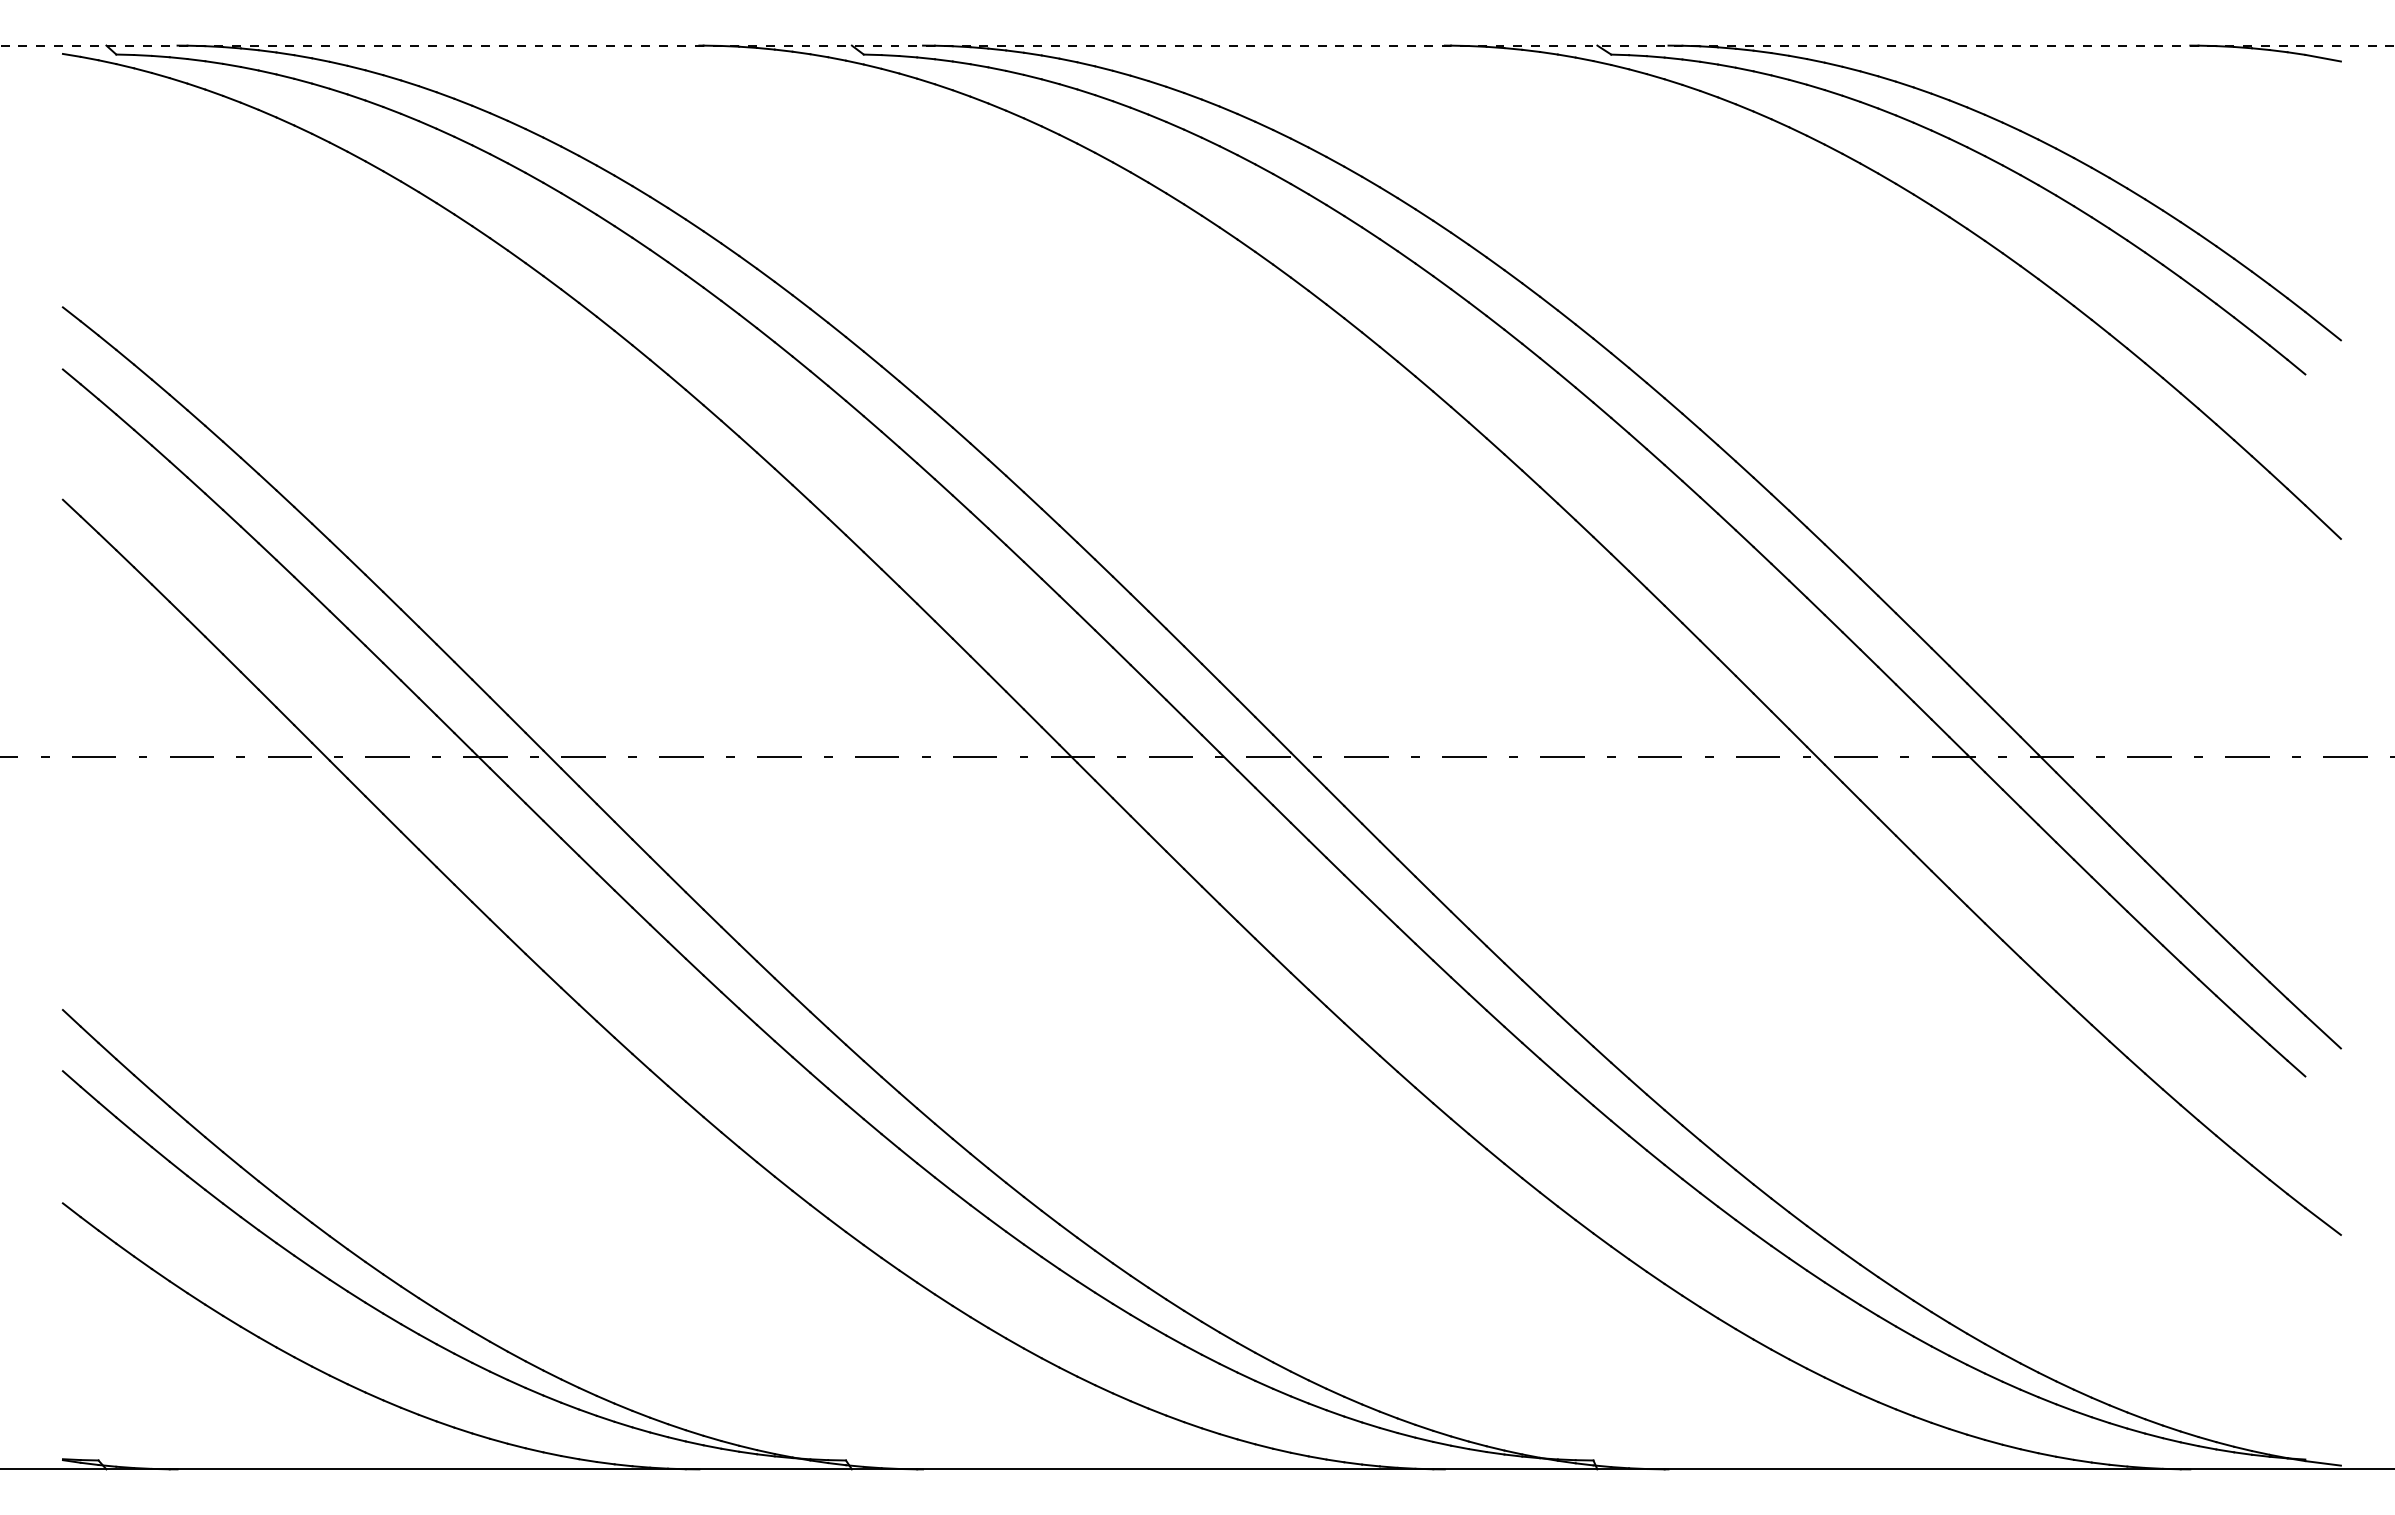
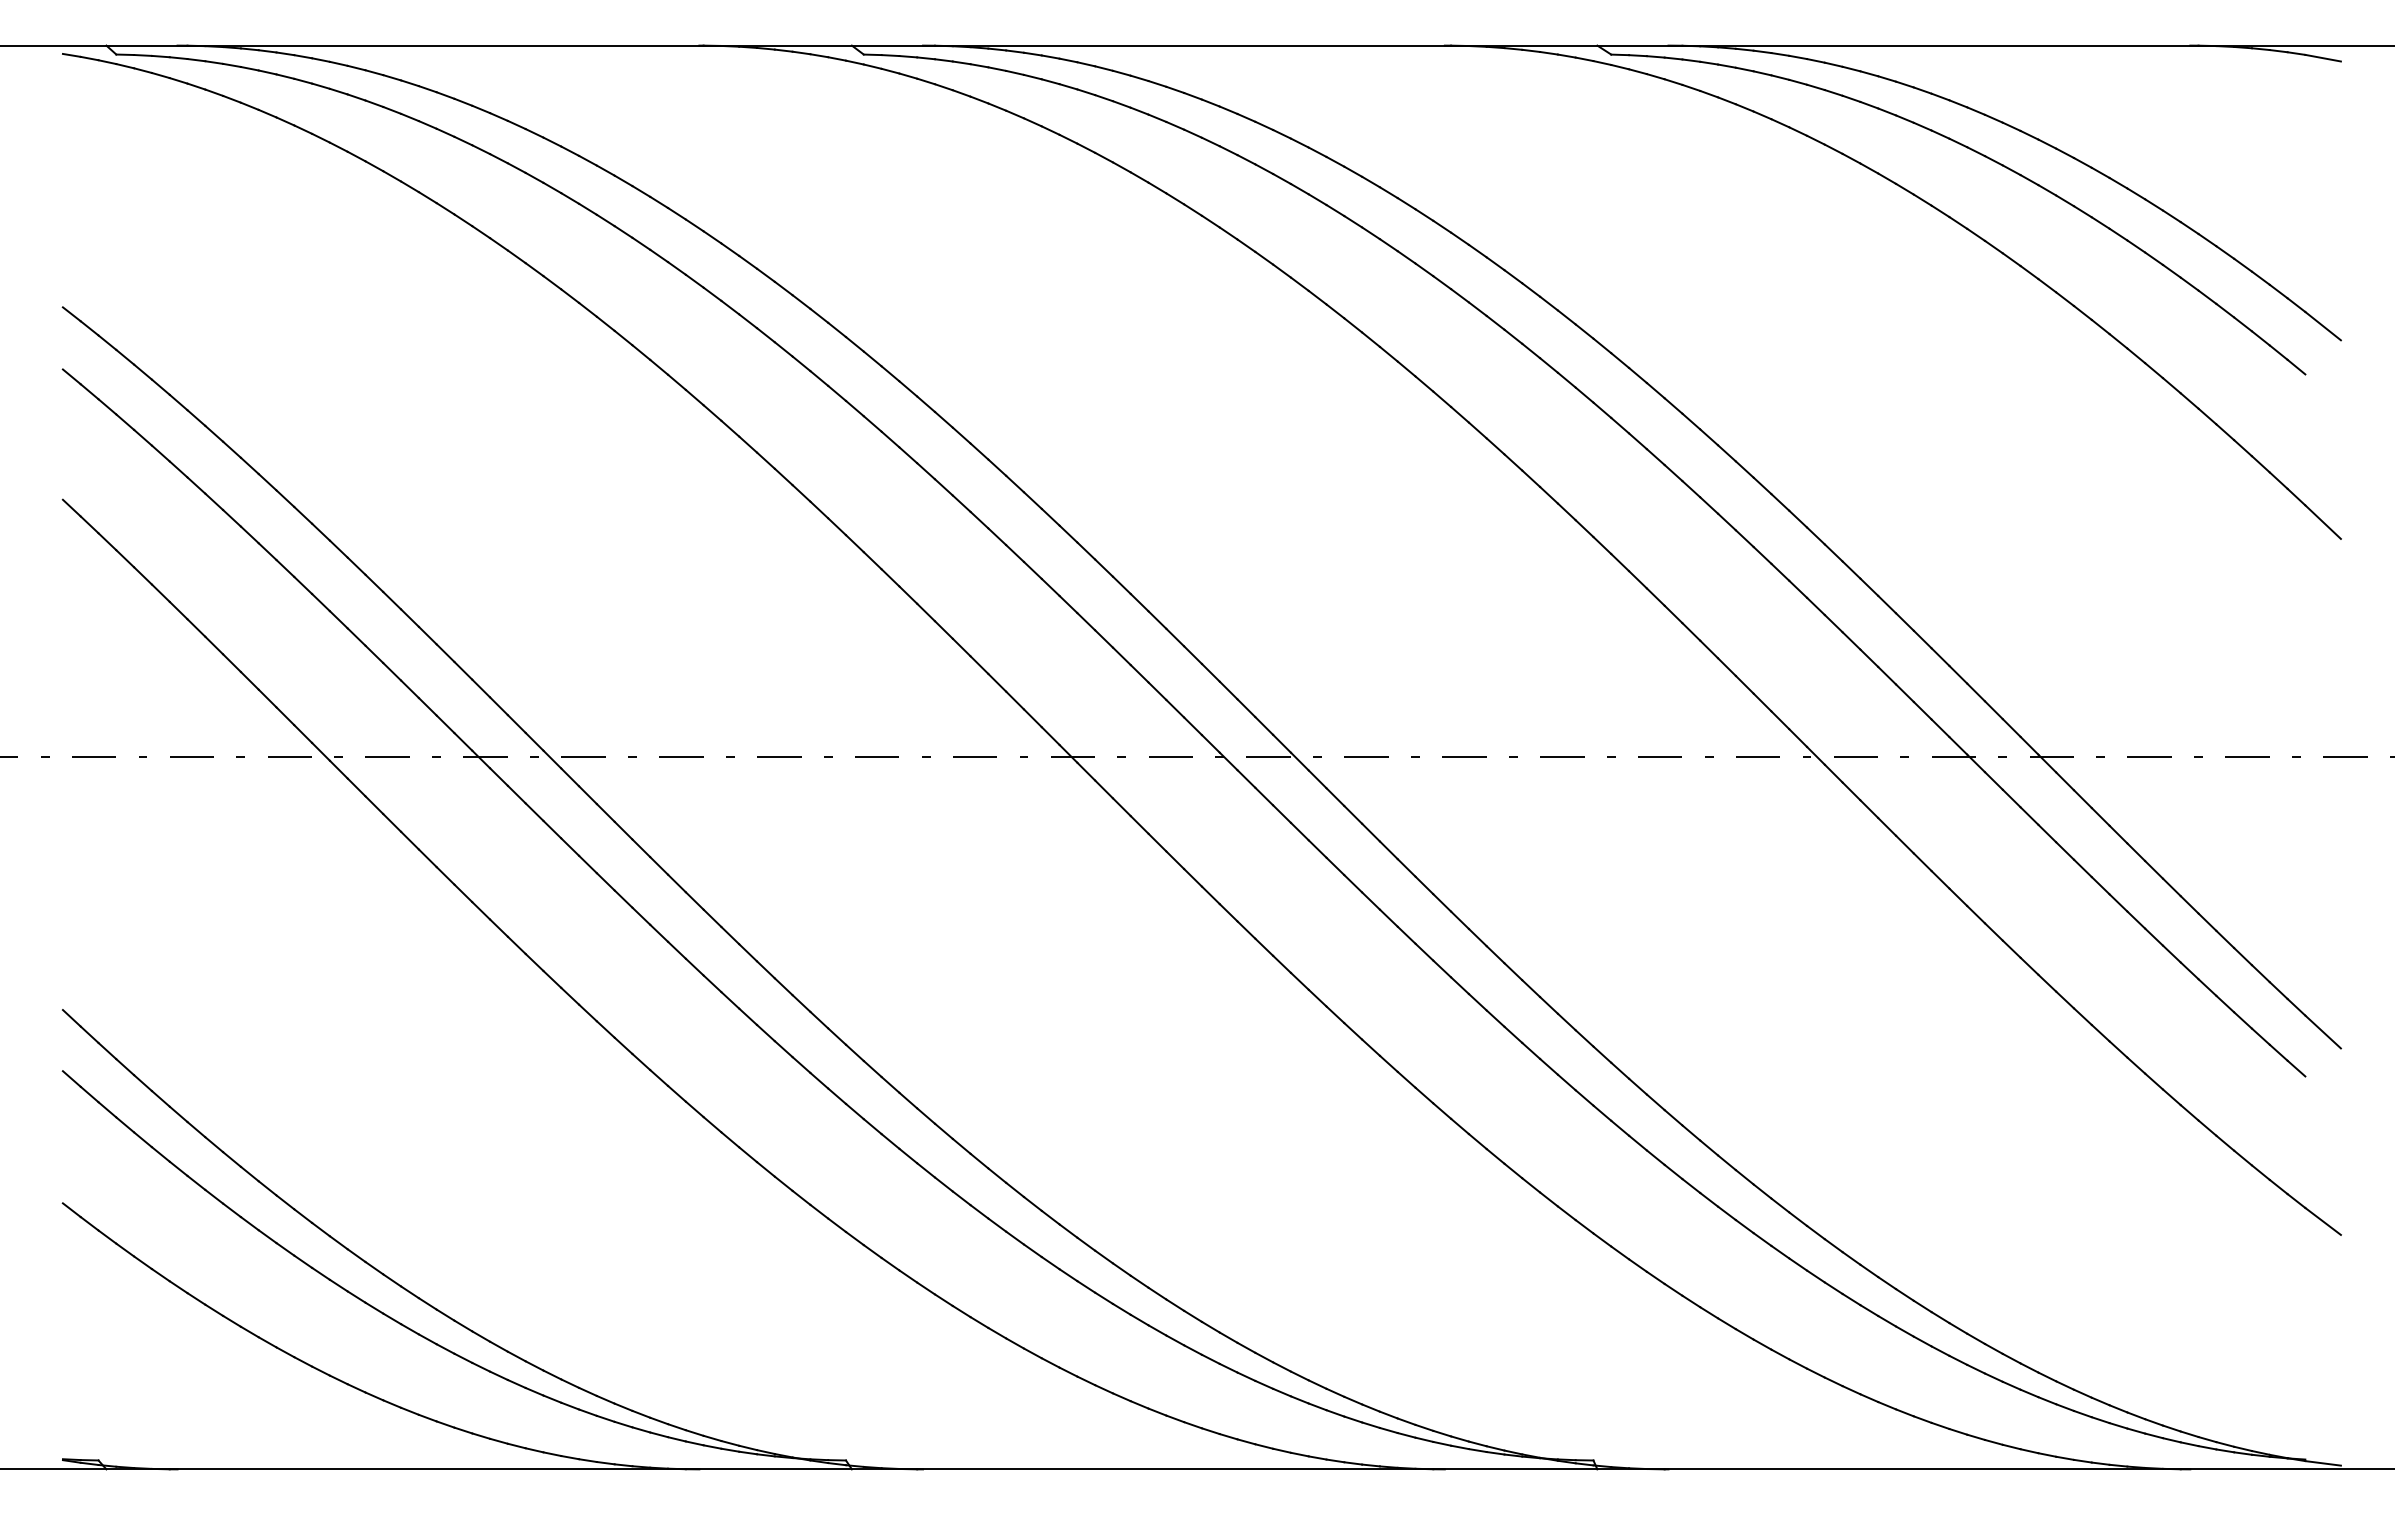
line at (1197, 45): dashed -> solid
